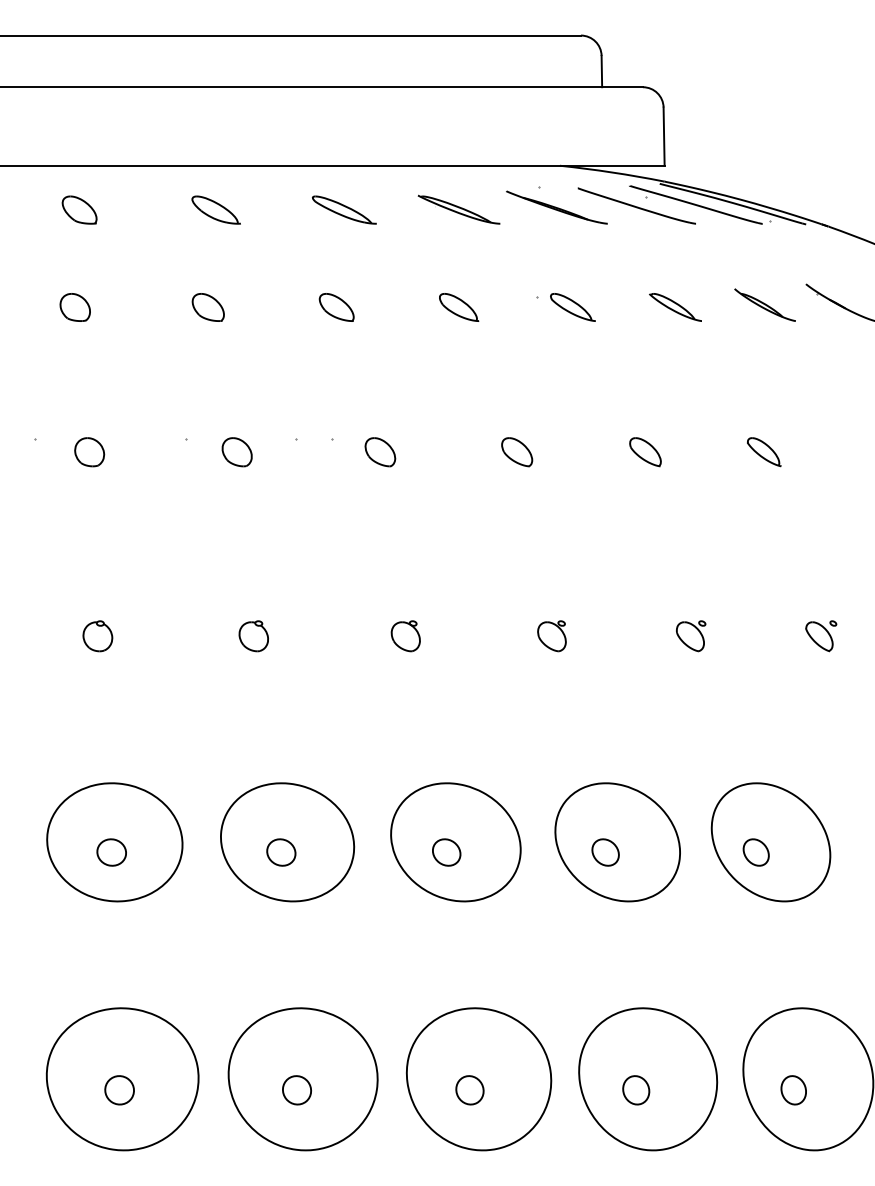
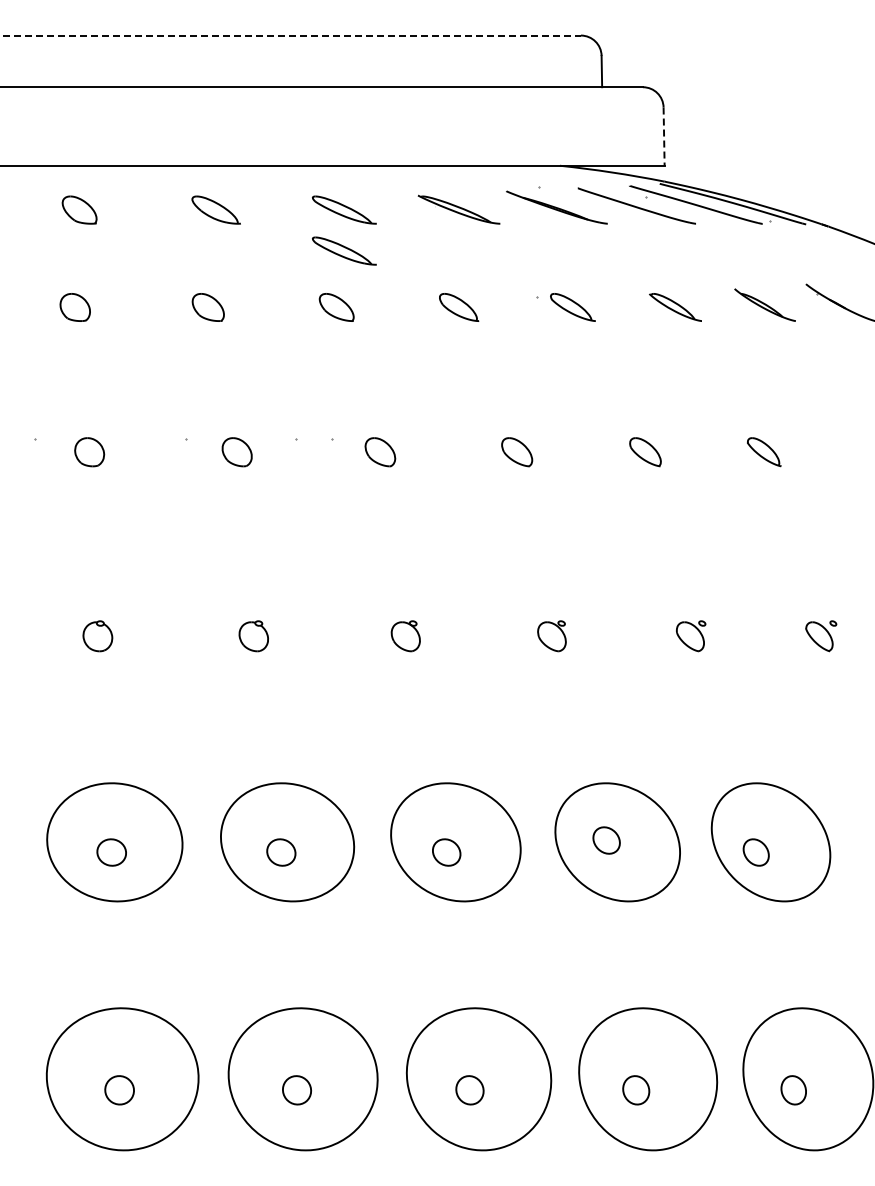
line at (290, 35): solid -> dashed
line at (664, 137): solid -> dashed
part at (344, 250): none -> present
part at (605, 852) position: (605, 852) -> (606, 840)
